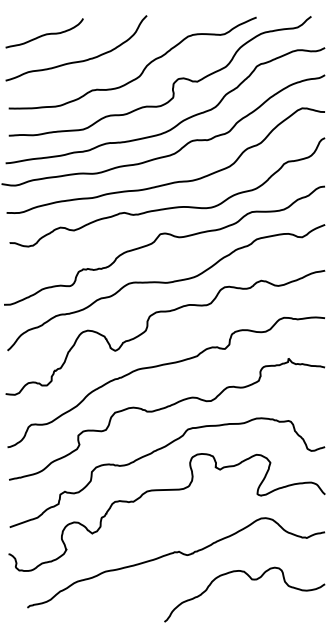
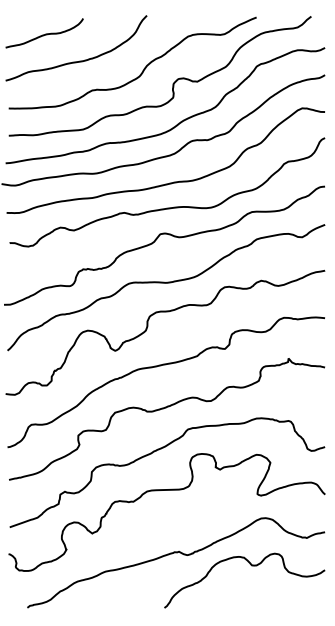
curve at (251, 580) position: (251, 580) -> (251, 566)
